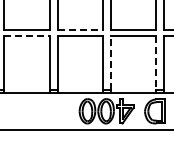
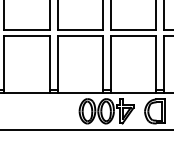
line at (80, 30): dashed -> solid
line at (26, 35): dashed -> solid
line at (110, 62): dashed -> solid
line at (155, 63): dashed -> solid
